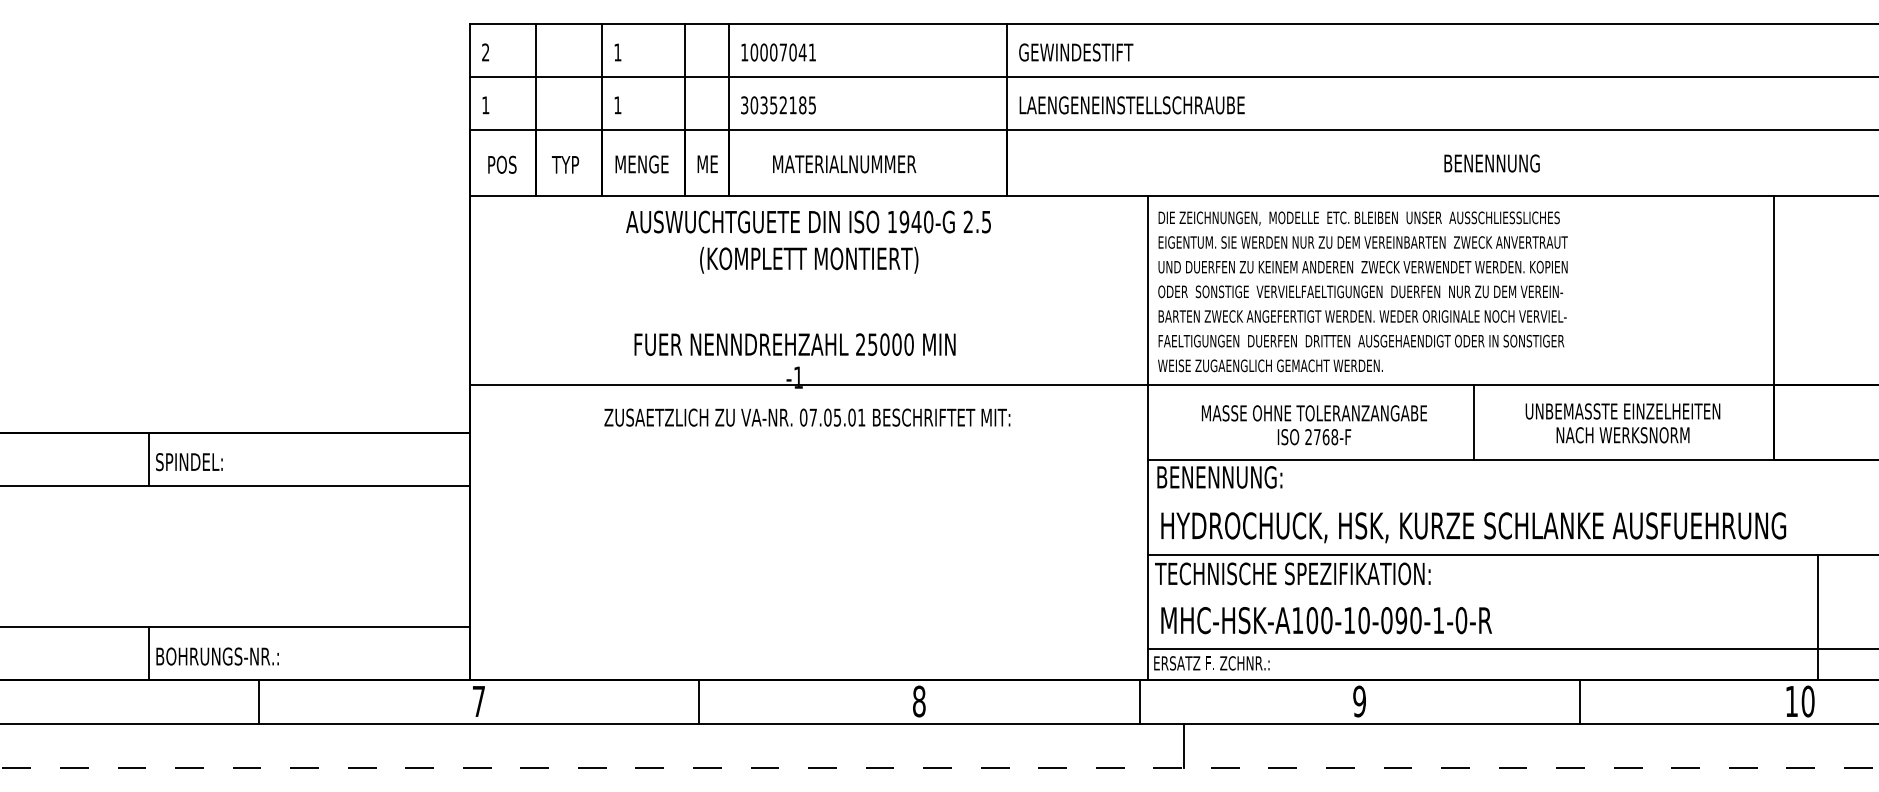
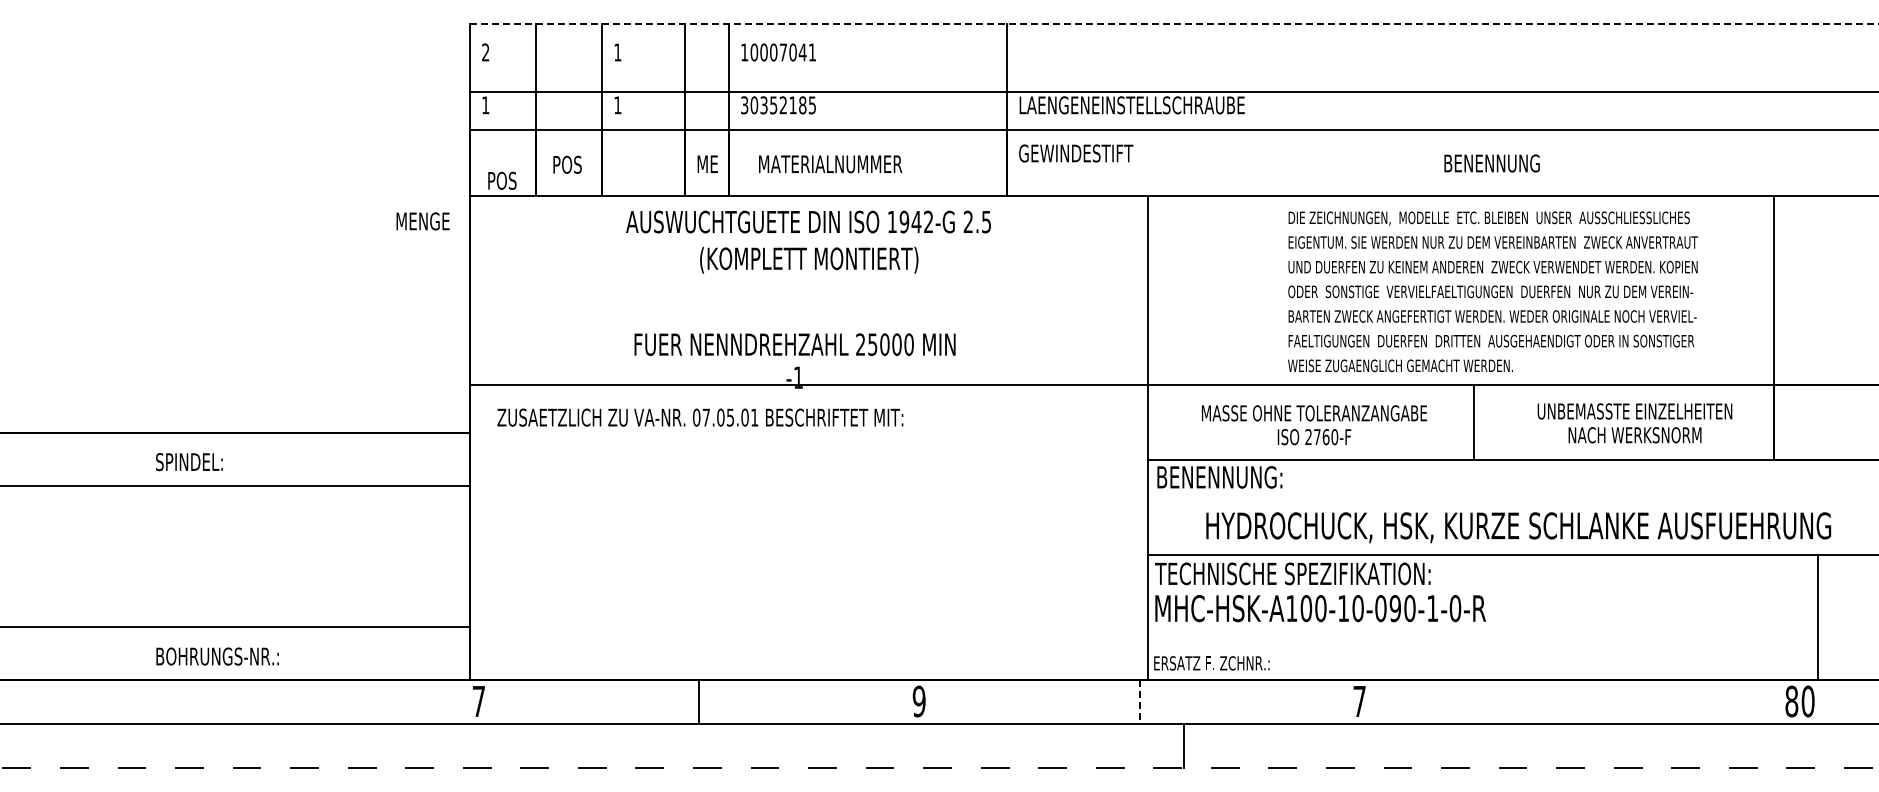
line at (1174, 23): solid -> dashed
text at (1076, 52) position: (1076, 52) -> (1076, 153)
line at (1172, 76) position: (1172, 76) -> (1172, 91)
text at (502, 164) position: (502, 164) -> (502, 180)
text at (566, 164): TYP -> POS
text at (641, 164) position: (641, 164) -> (422, 221)
text at (844, 164) position: (844, 164) -> (830, 164)
text at (928, 221): 1940-G -> 1942-G
text at (1362, 291) position: (1362, 291) -> (1492, 291)
text at (807, 417) position: (807, 417) -> (700, 417)
text at (1622, 423) position: (1622, 423) -> (1634, 423)
text at (1334, 436): 2768-F -> 2760-F
line at (148, 459): present -> none
text at (1473, 527) position: (1473, 527) -> (1518, 527)
text at (1326, 620) position: (1326, 620) -> (1320, 608)
line at (1511, 649): present -> none
line at (148, 653): present -> none
line at (258, 701): present -> none
text at (918, 701): 8 -> 9
text at (1359, 701): 9 -> 7
line at (1579, 701): present -> none
text at (1791, 701): 10 -> 80
line at (1139, 702): solid -> dashed
